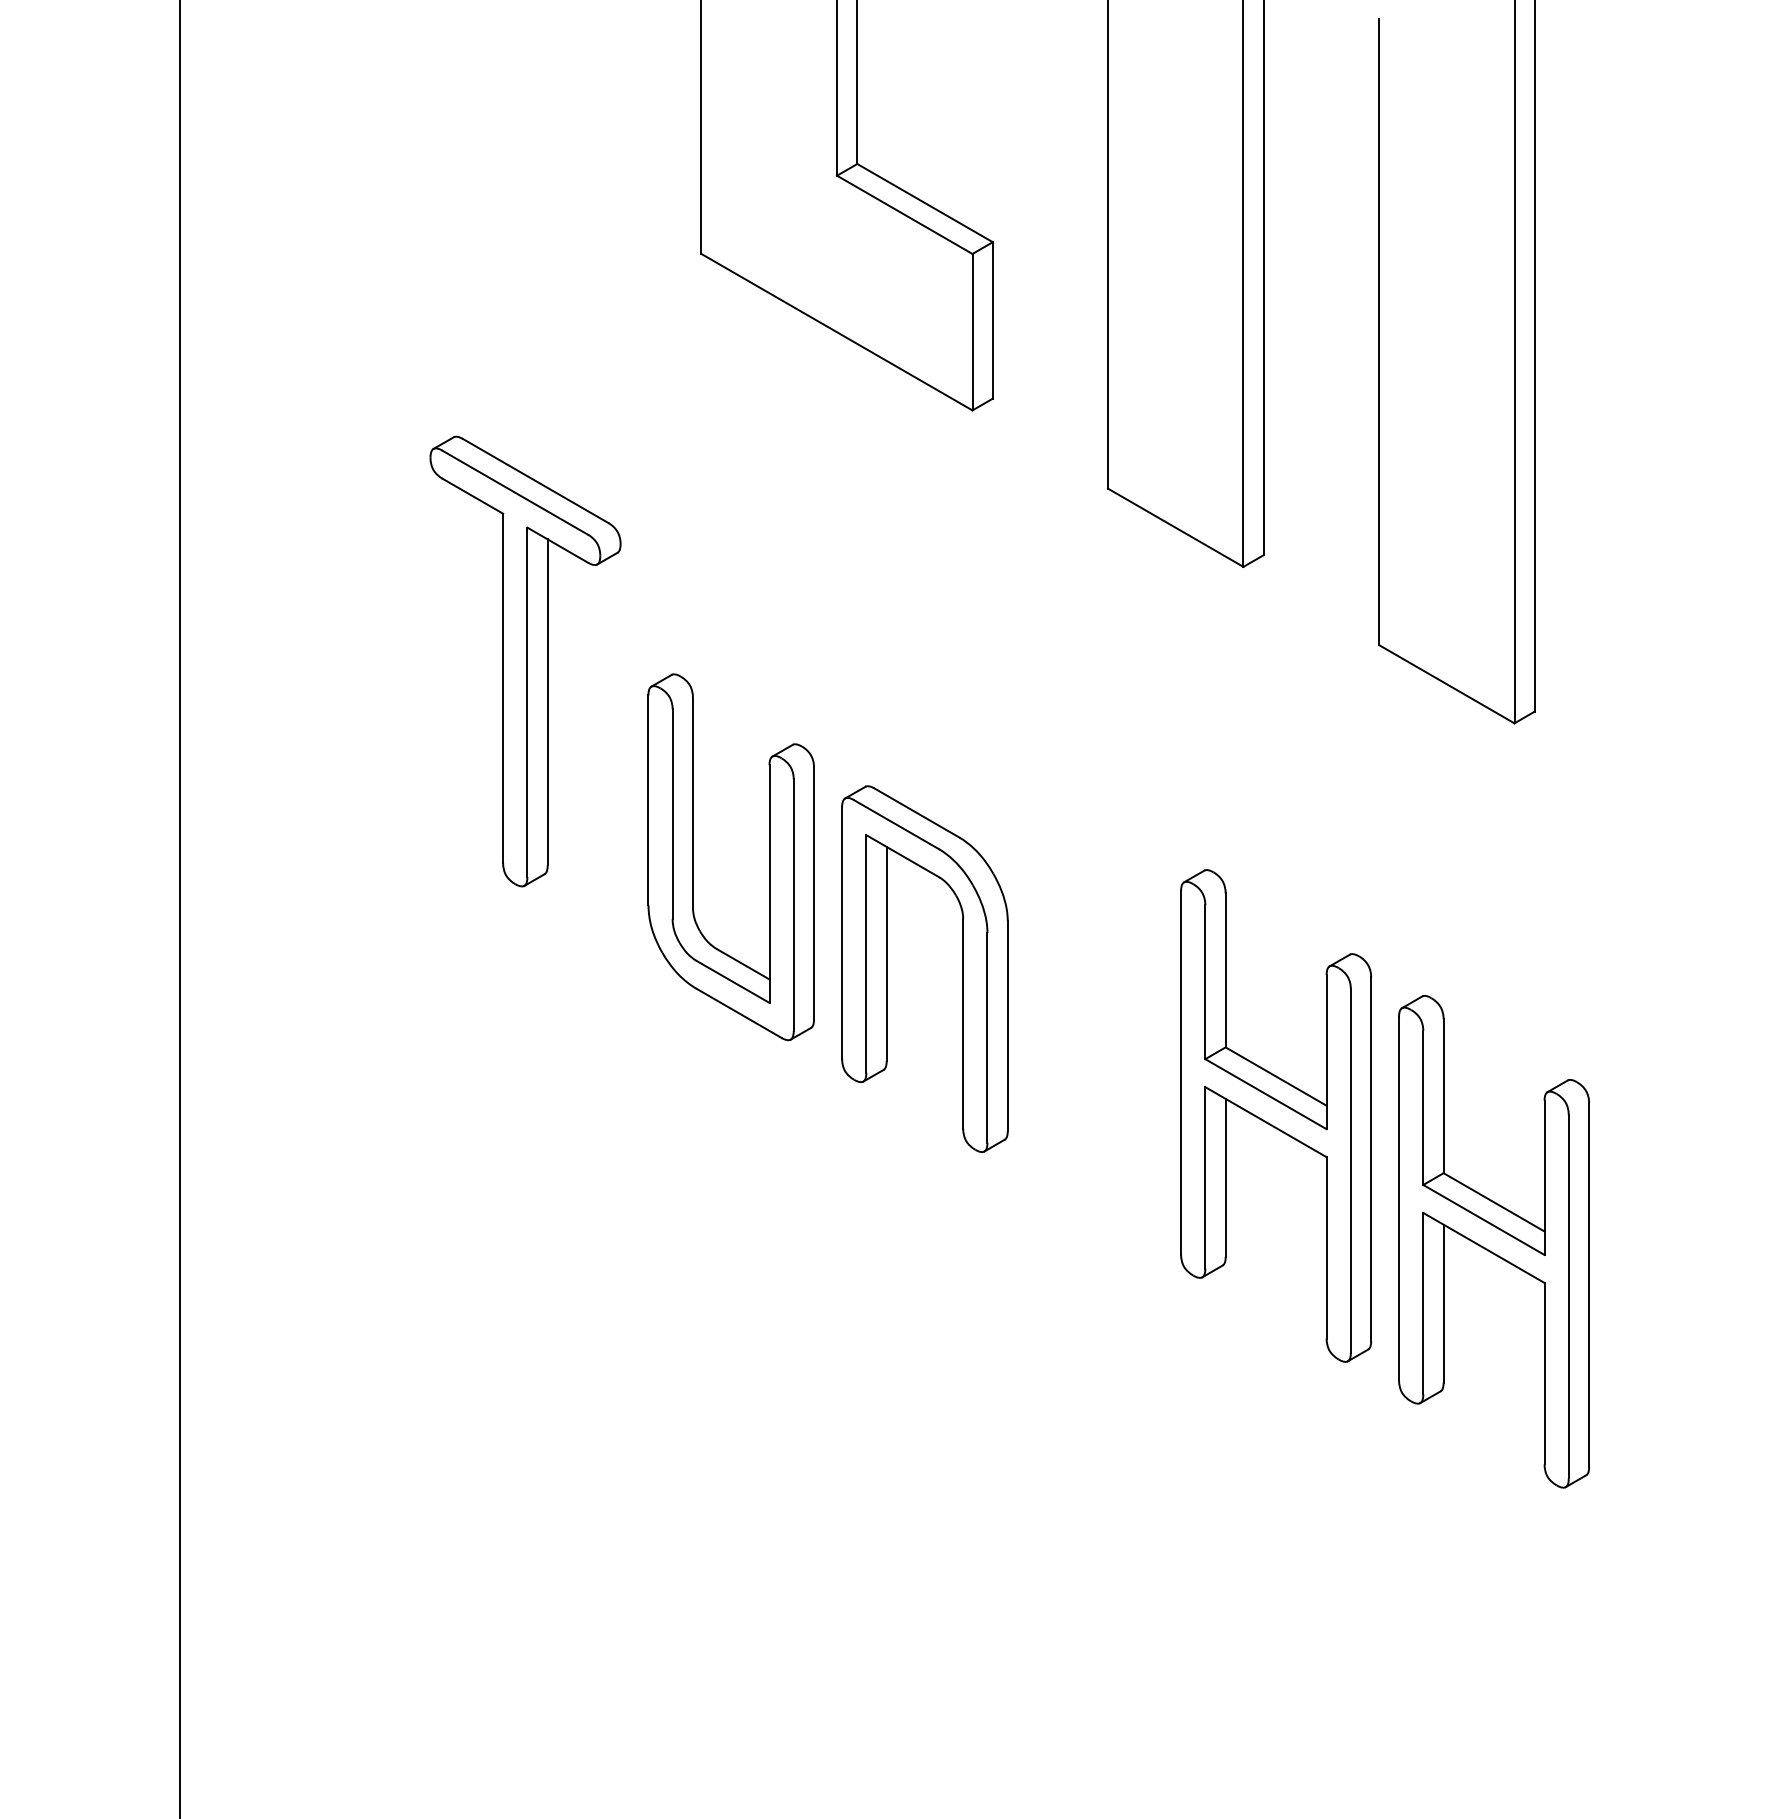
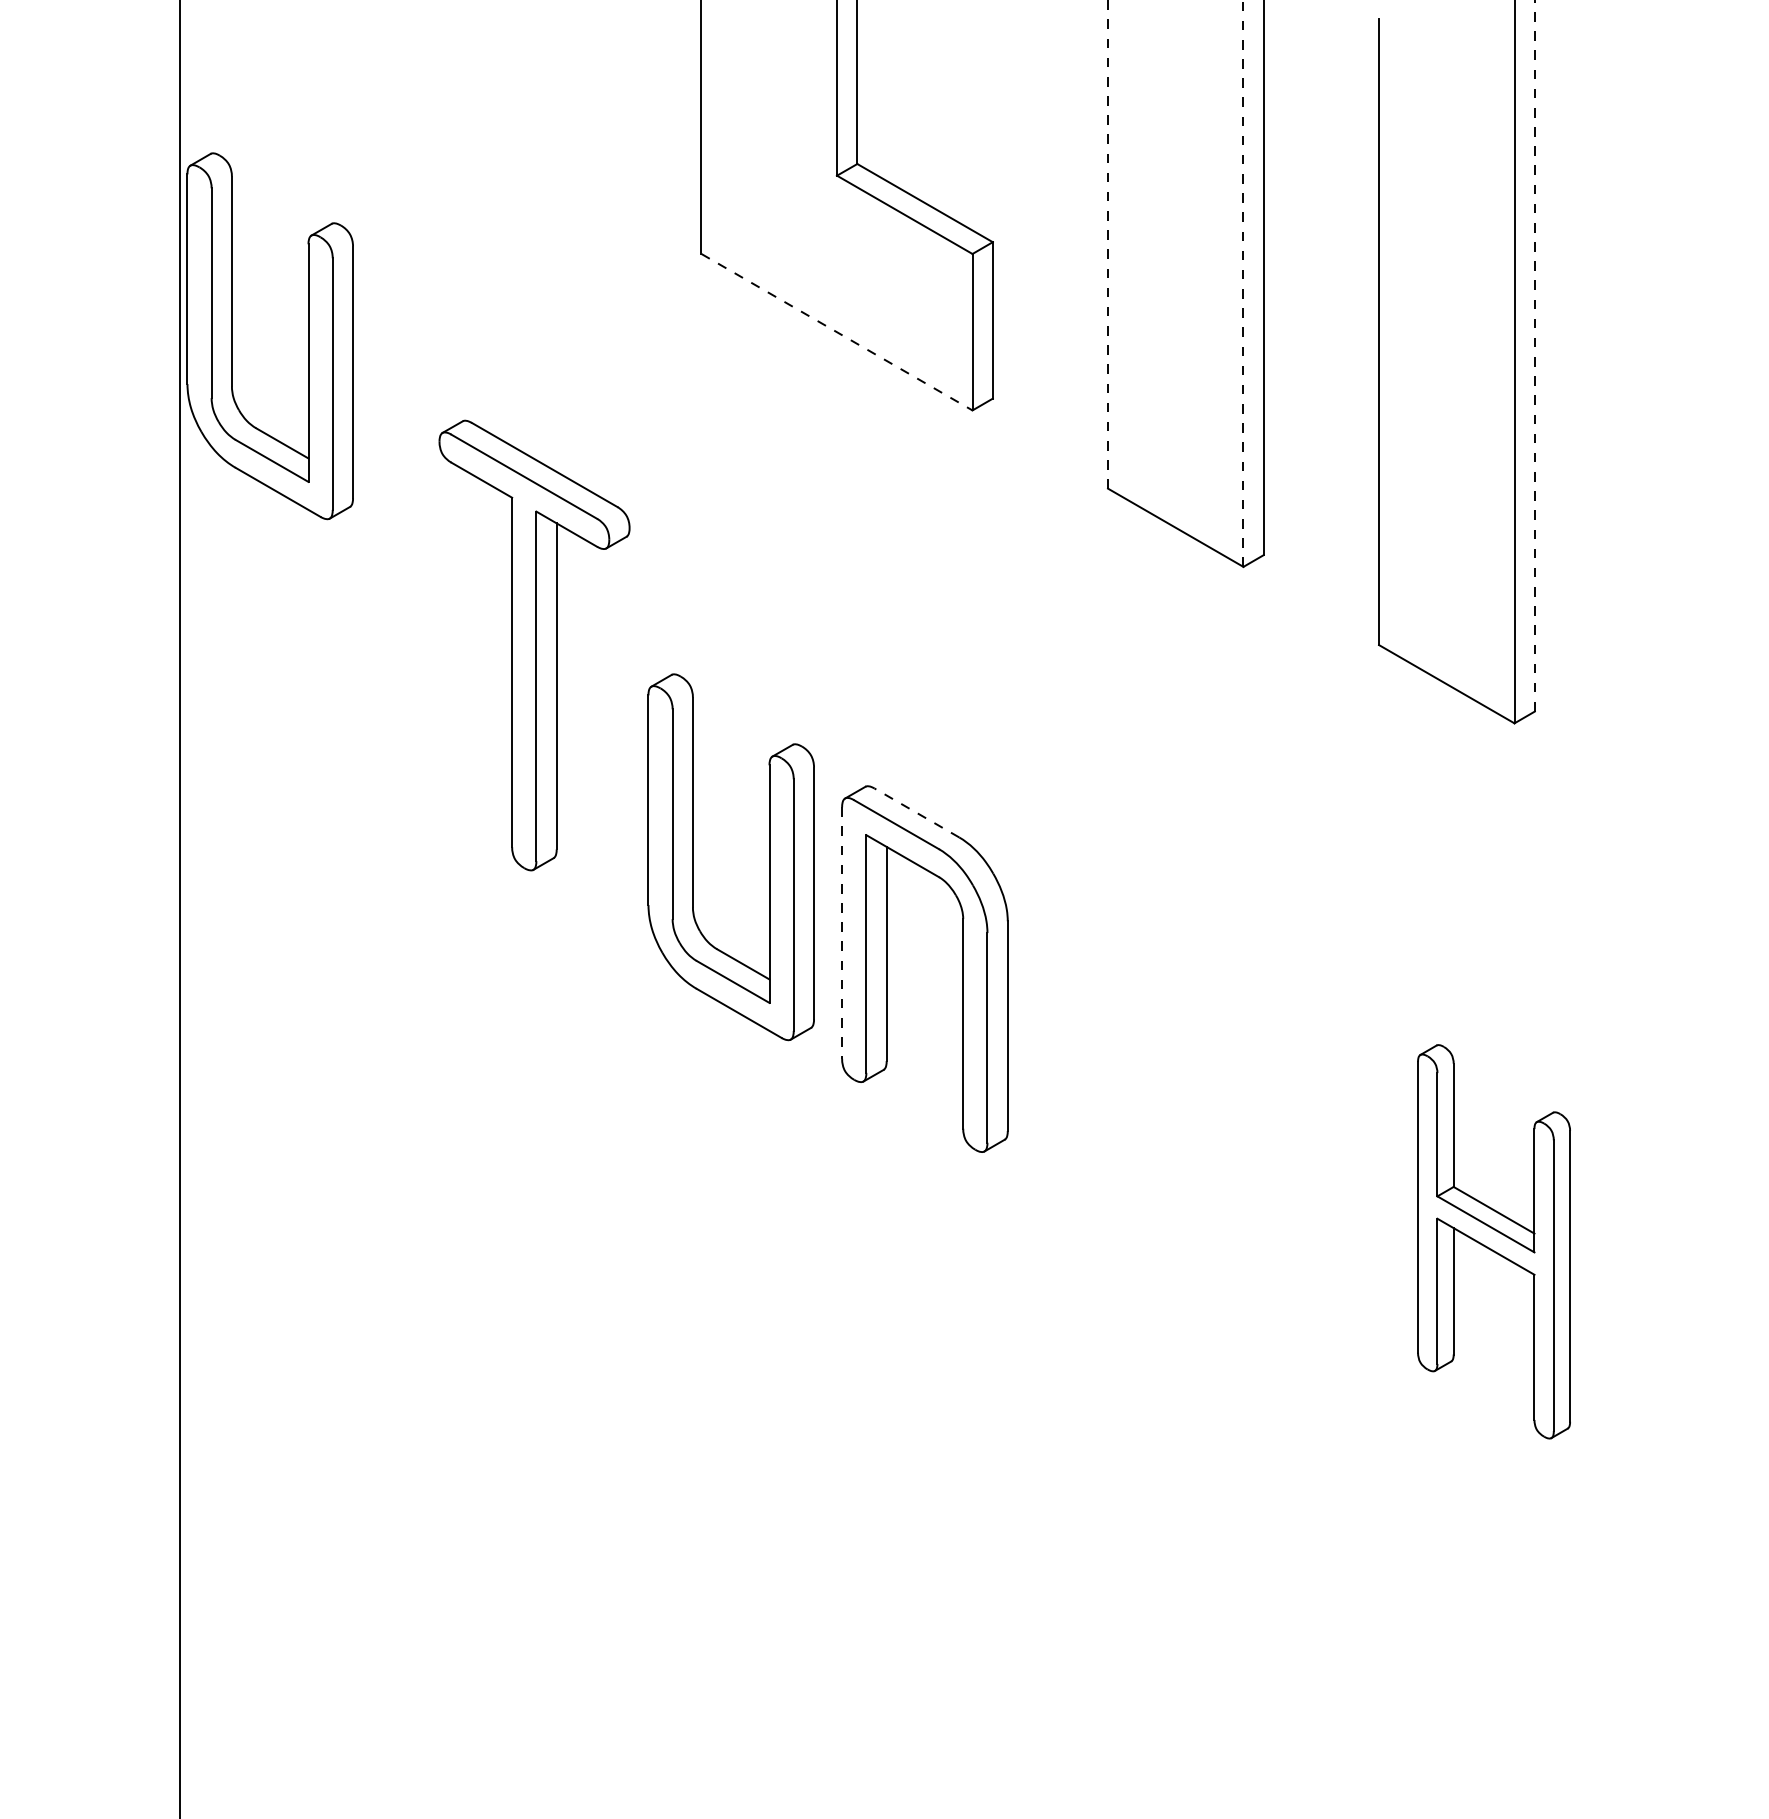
line at (1108, 244): solid -> dashed
line at (1243, 282): solid -> dashed
line at (837, 332): solid -> dashed
part at (232, 336): none -> present
line at (1534, 355): solid -> dashed
part at (525, 661) position: (525, 661) -> (534, 645)
line at (916, 812): solid -> dashed
line at (842, 933): solid -> dashed
part at (1276, 1115): present -> none
part at (1493, 1241) size: 192x494 px -> 154x396 px
